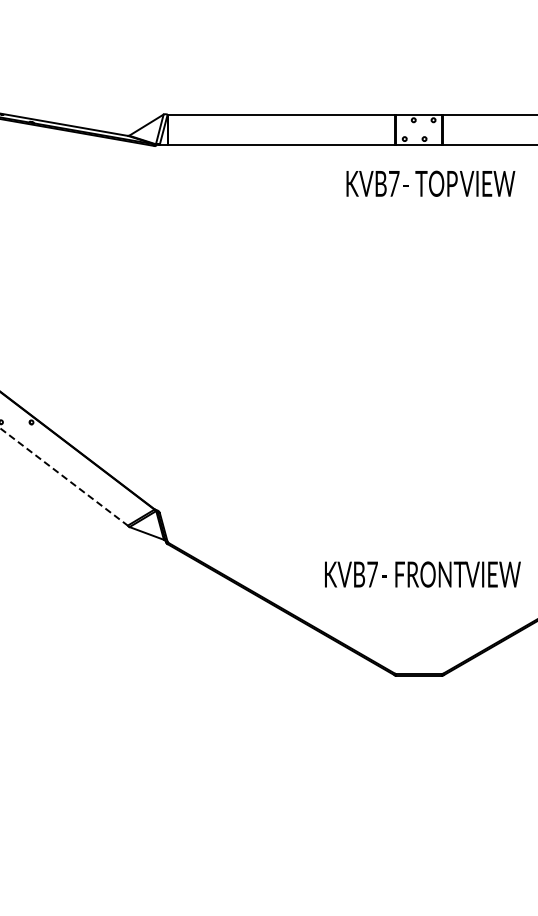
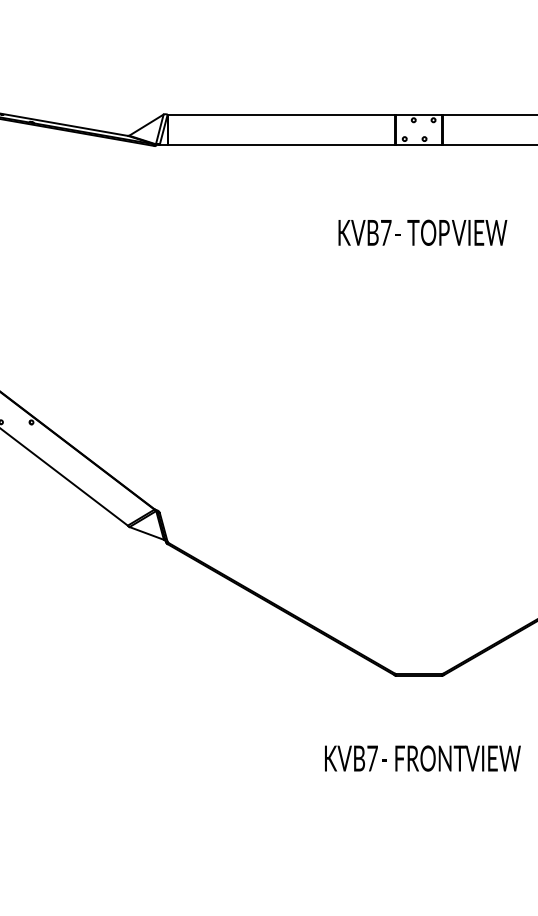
text at (430, 183) position: (430, 183) -> (422, 232)
line at (64, 477): dashed -> solid
text at (422, 574) position: (422, 574) -> (422, 758)
